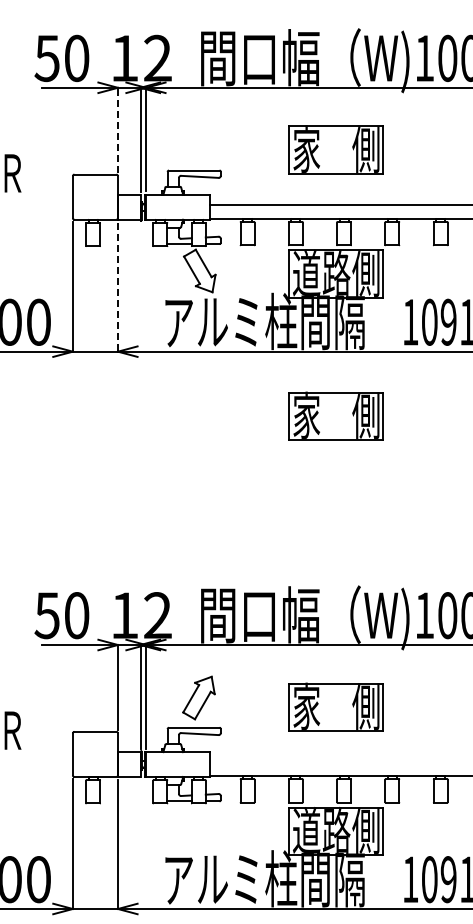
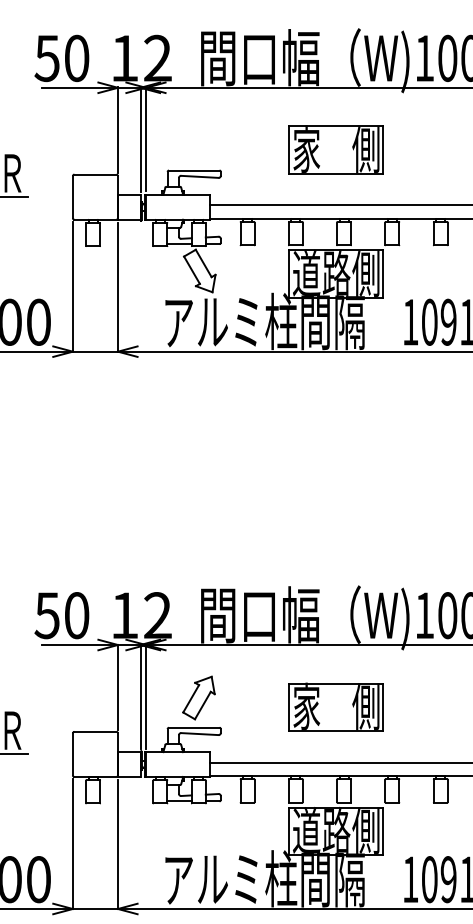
line at (118, 130): dashed -> solid
line at (14, 197): none -> present
line at (118, 288): dashed -> solid
part at (335, 415): present -> none
line at (14, 754): none -> present
line at (339, 762): none -> present
